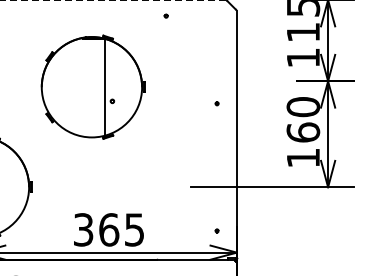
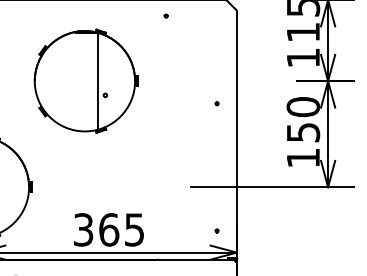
line at (113, 0): dashed -> solid
part at (92, 86) position: (92, 86) -> (85, 80)
text at (303, 132): 160 -> 150
